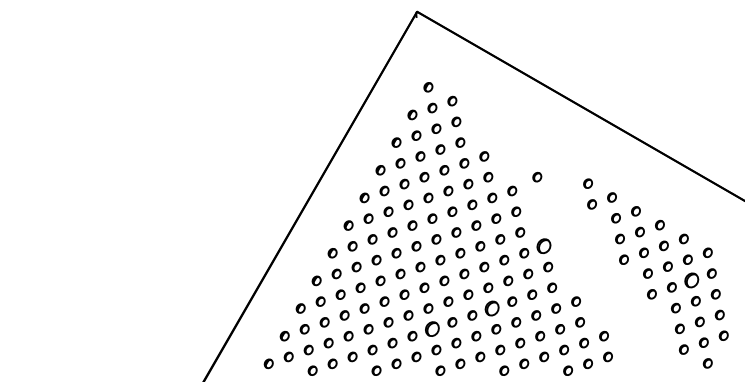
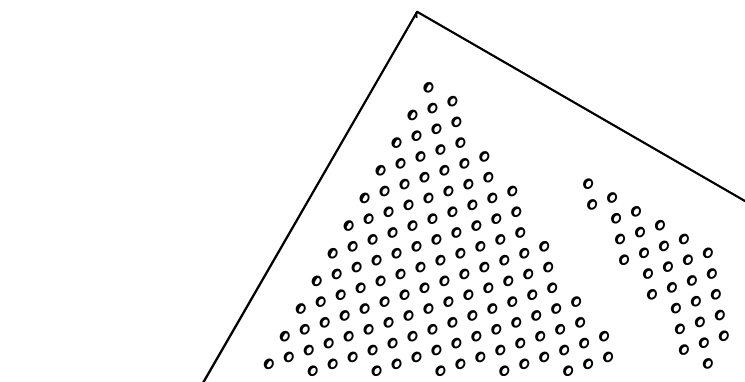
part at (537, 176): present -> none
part at (543, 245) size: 16x16 px -> 11x11 px
part at (691, 280) size: 16x17 px -> 10x11 px
part at (491, 308) size: 16x17 px -> 11x11 px
part at (432, 328) size: 15x16 px -> 11x11 px
